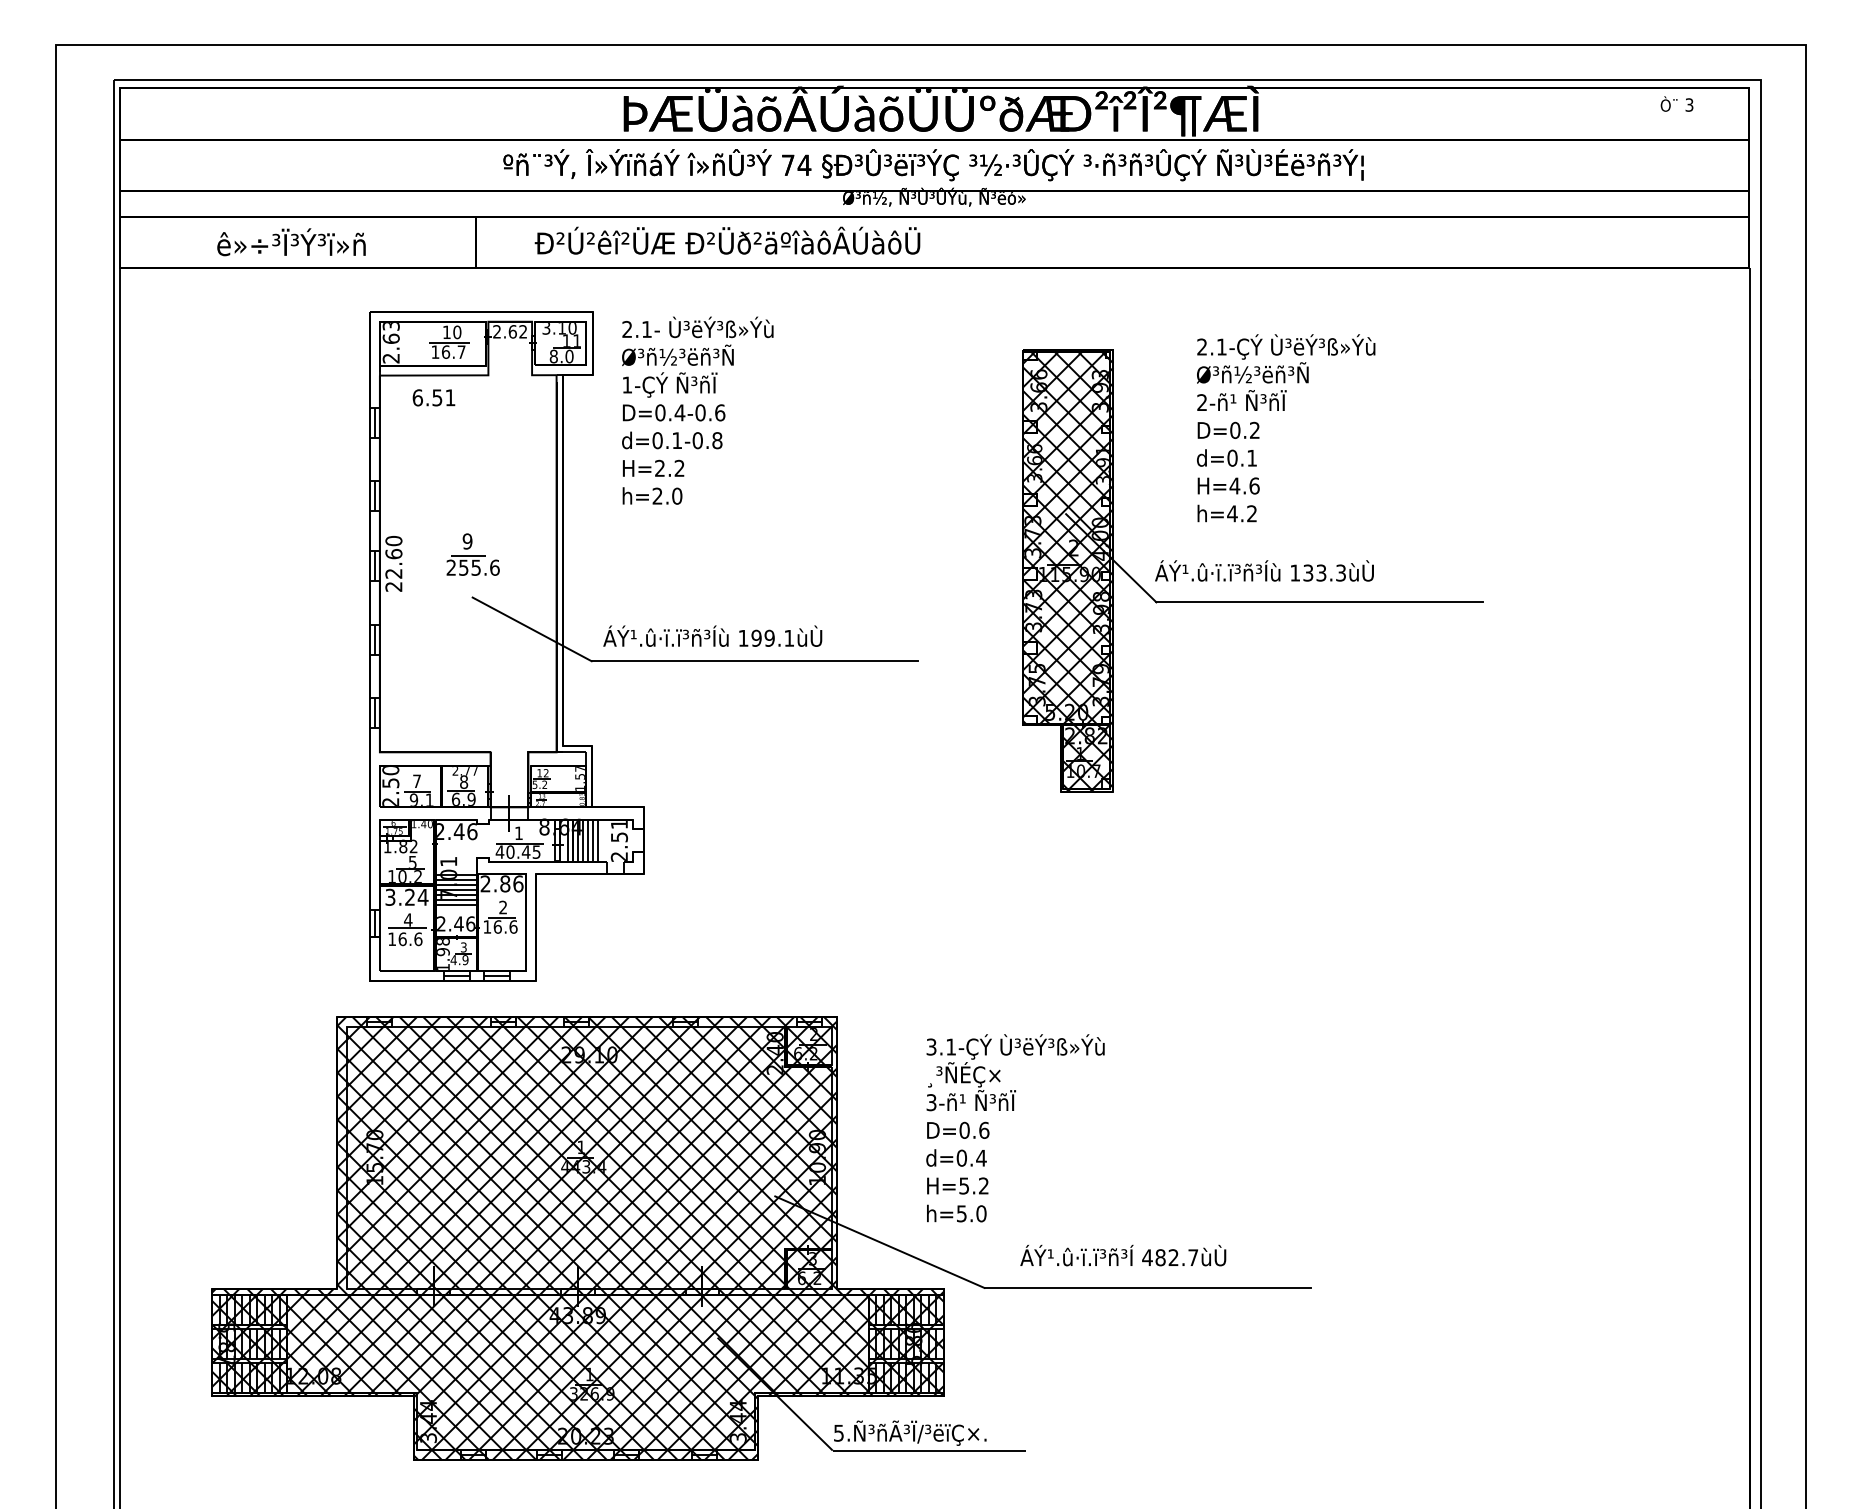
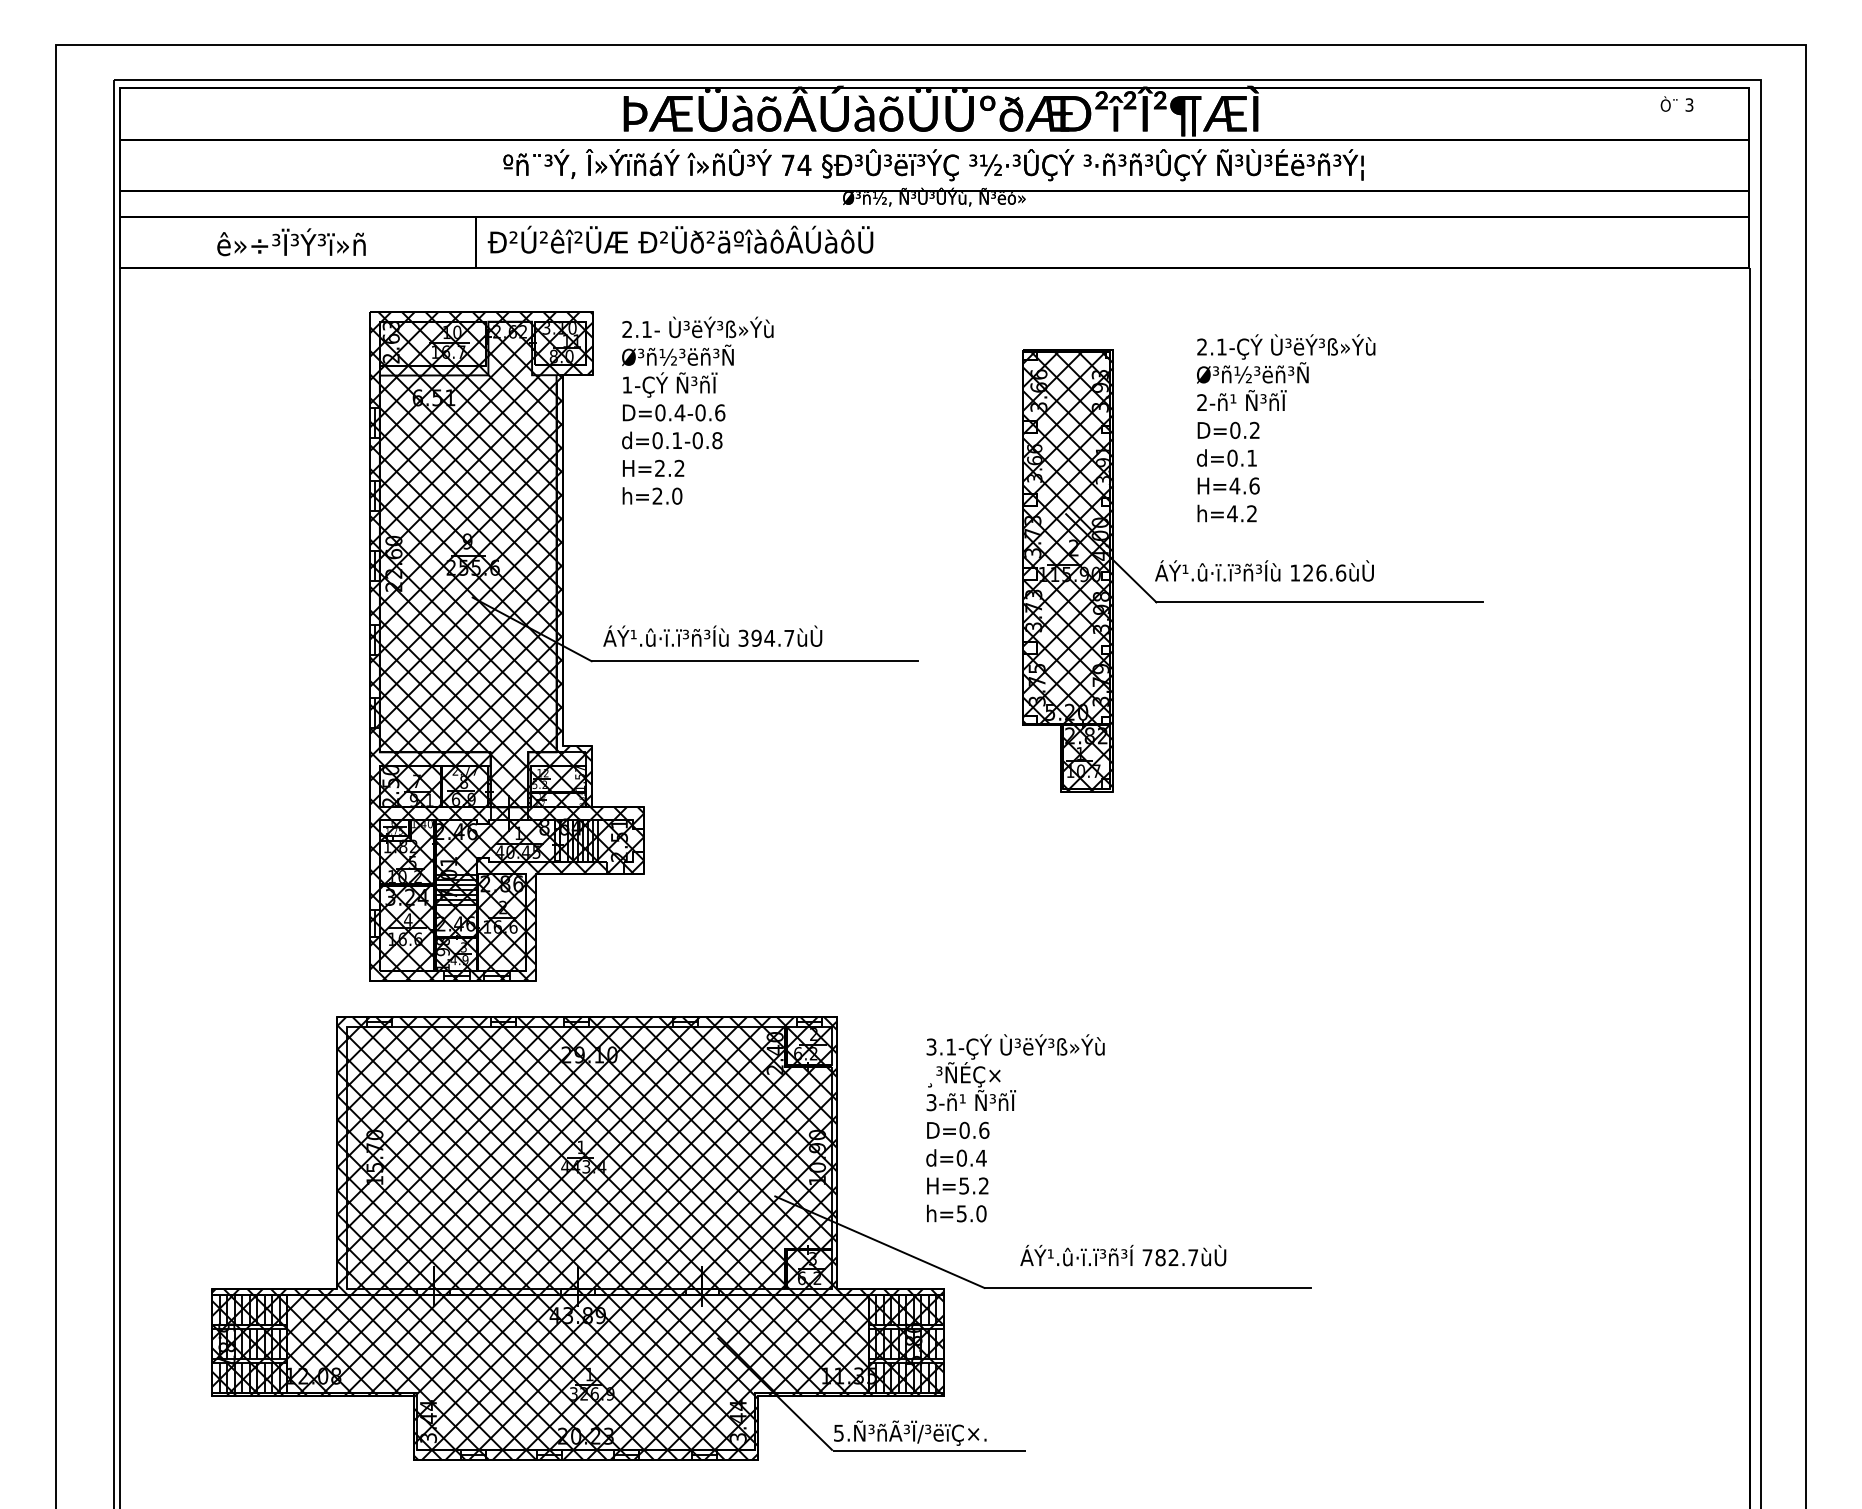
text at (727, 240) position: (727, 240) -> (680, 239)
text at (1324, 572): 133.3ùÙ -> 126.6ùÙ
text at (766, 637): 199.1ùÙ -> 394.7ùÙ
hatch at (506, 646): none -> present
text at (1147, 1257): 482.7ùÙ -> 782.7ùÙ
